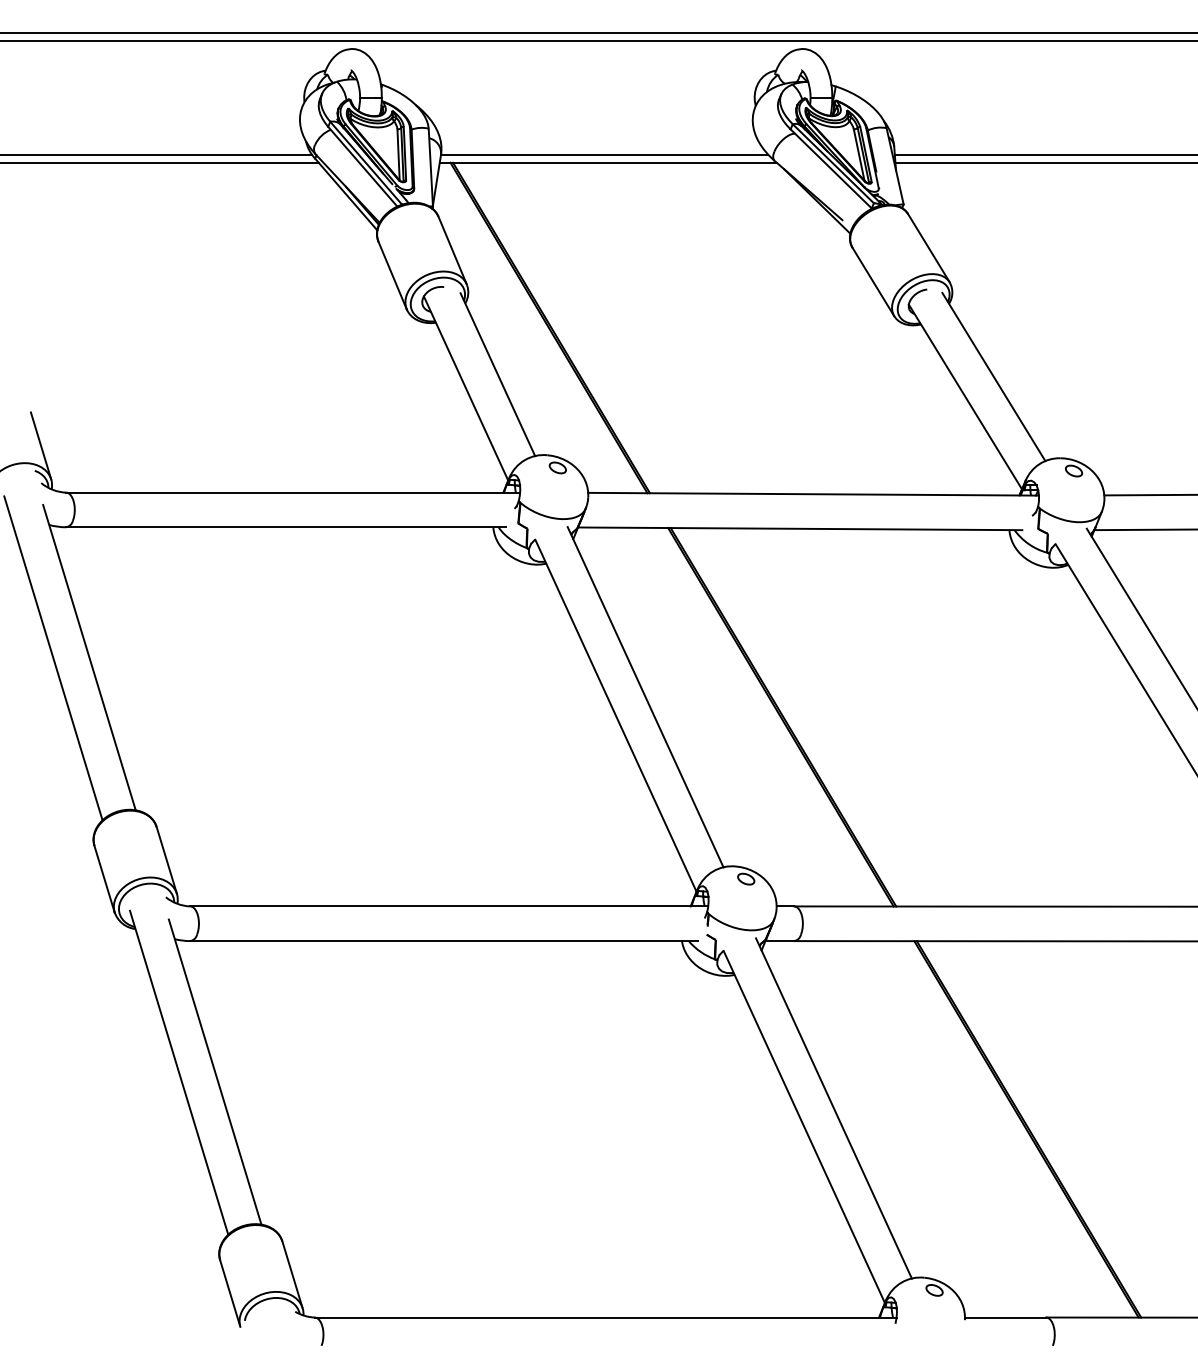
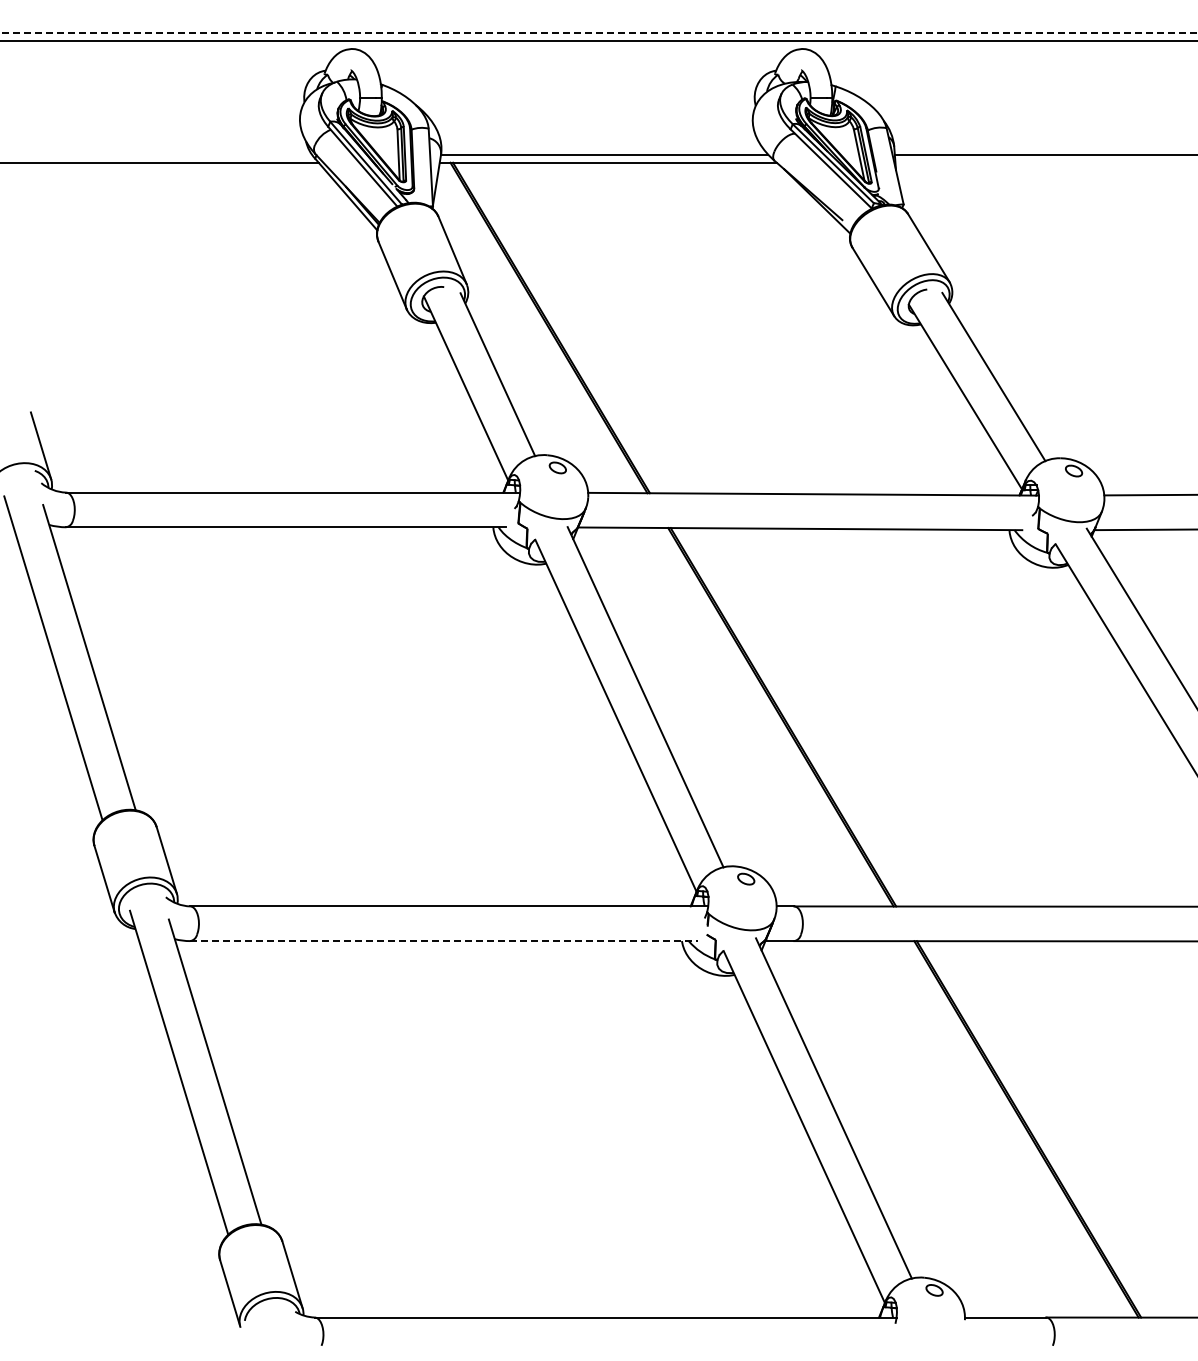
line at (599, 32): solid -> dashed
line at (156, 154): present -> none
line at (1044, 162): present -> none
line at (443, 941): solid -> dashed
